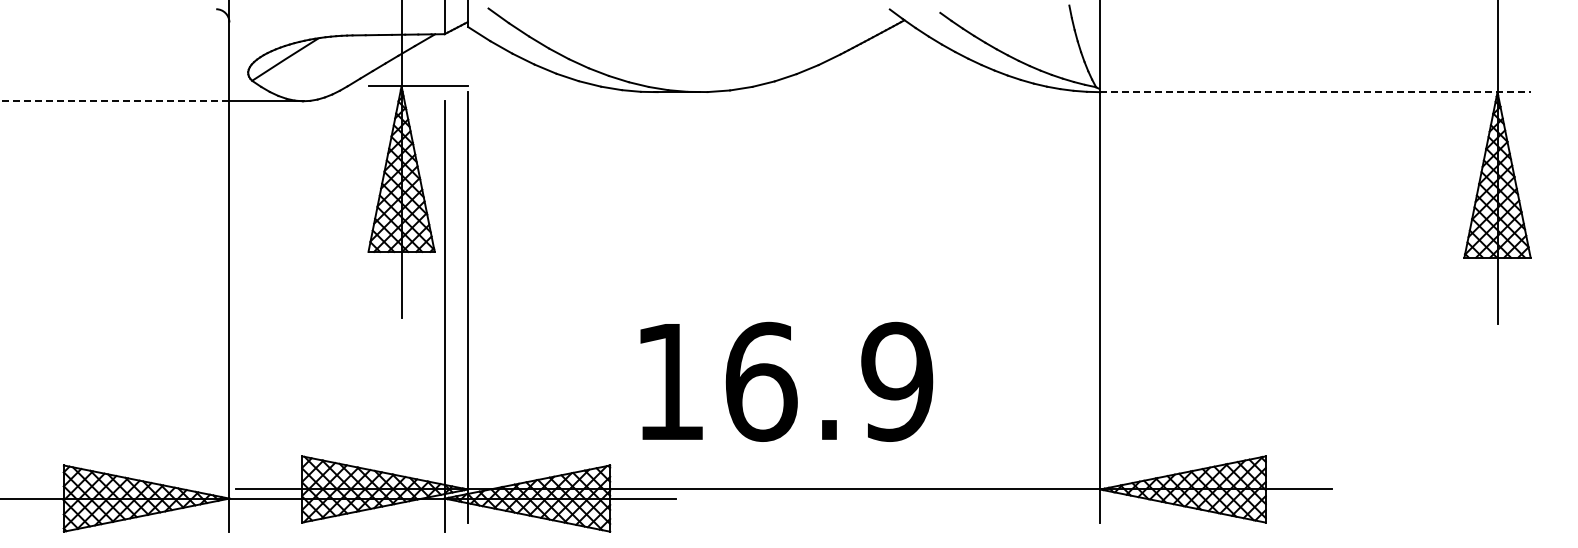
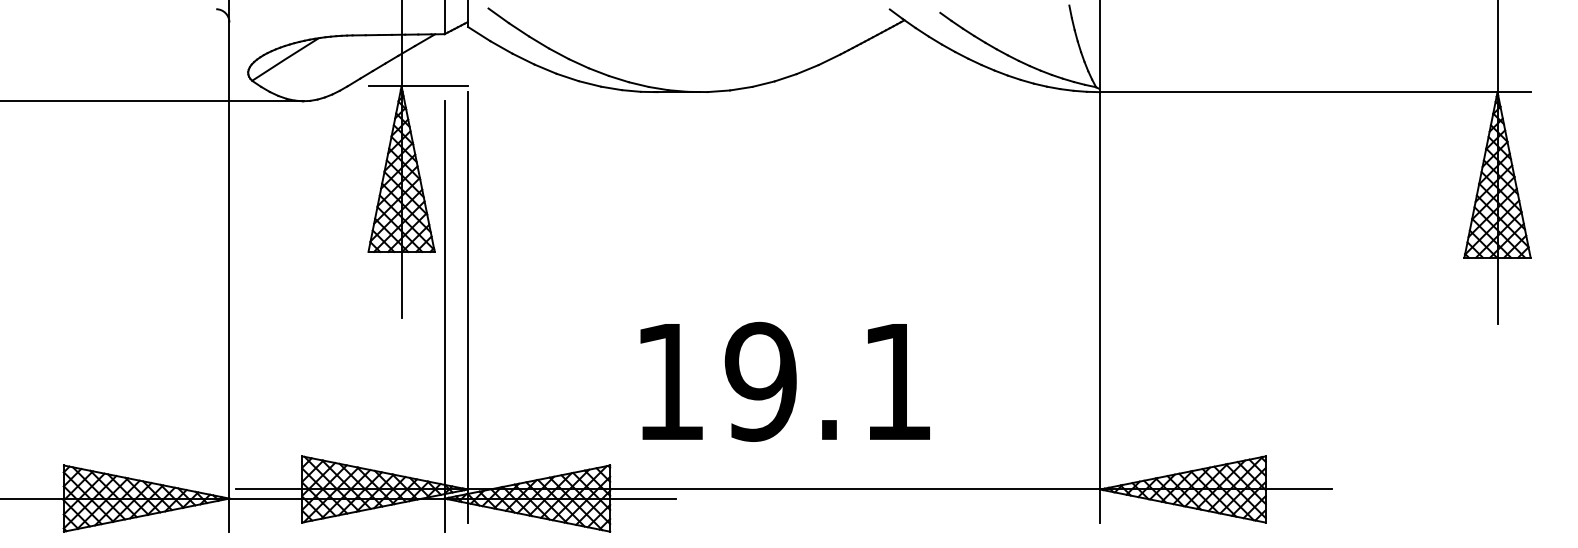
line at (1315, 92): dashed -> solid
line at (114, 101): dashed -> solid
text at (828, 381): 16.9 -> 19.1
